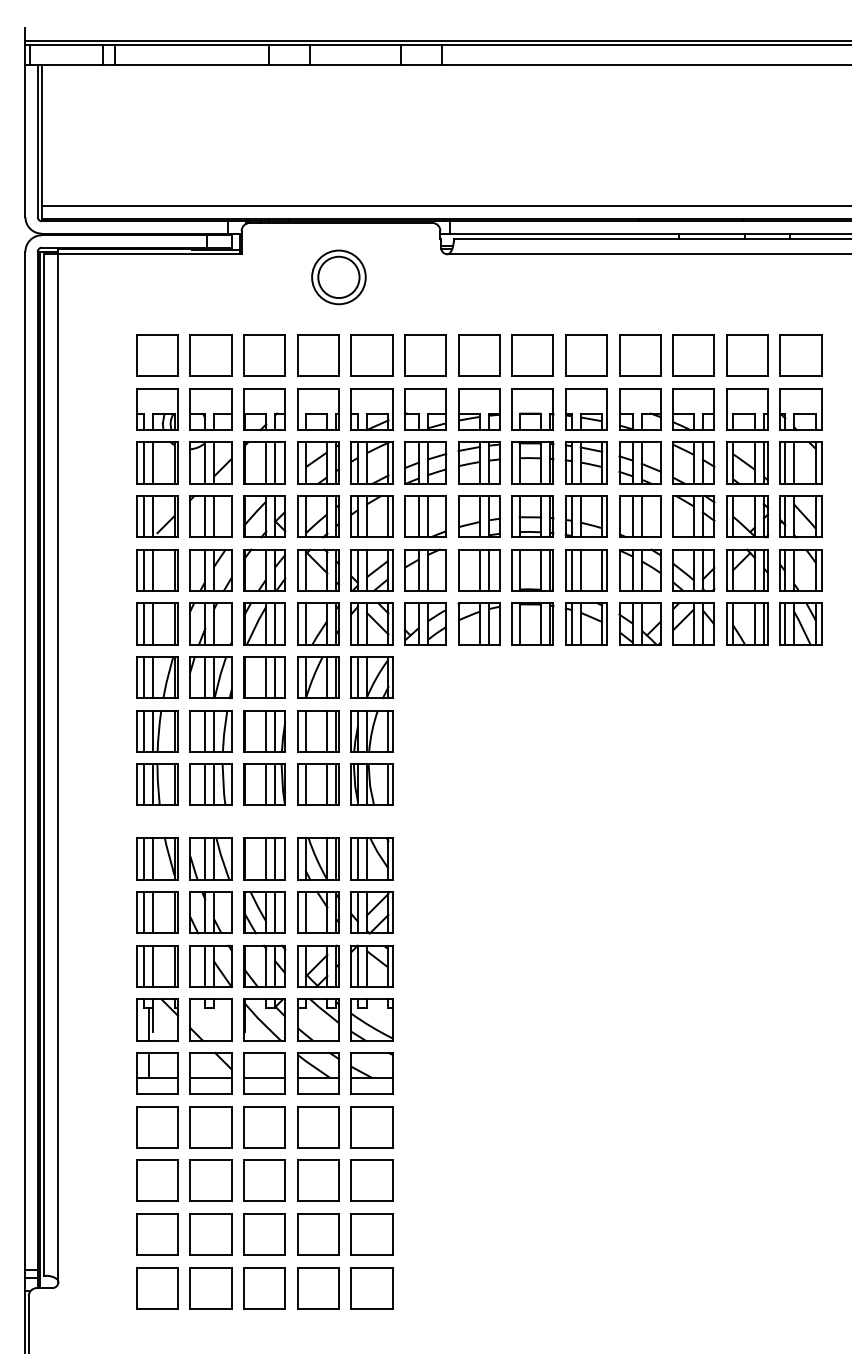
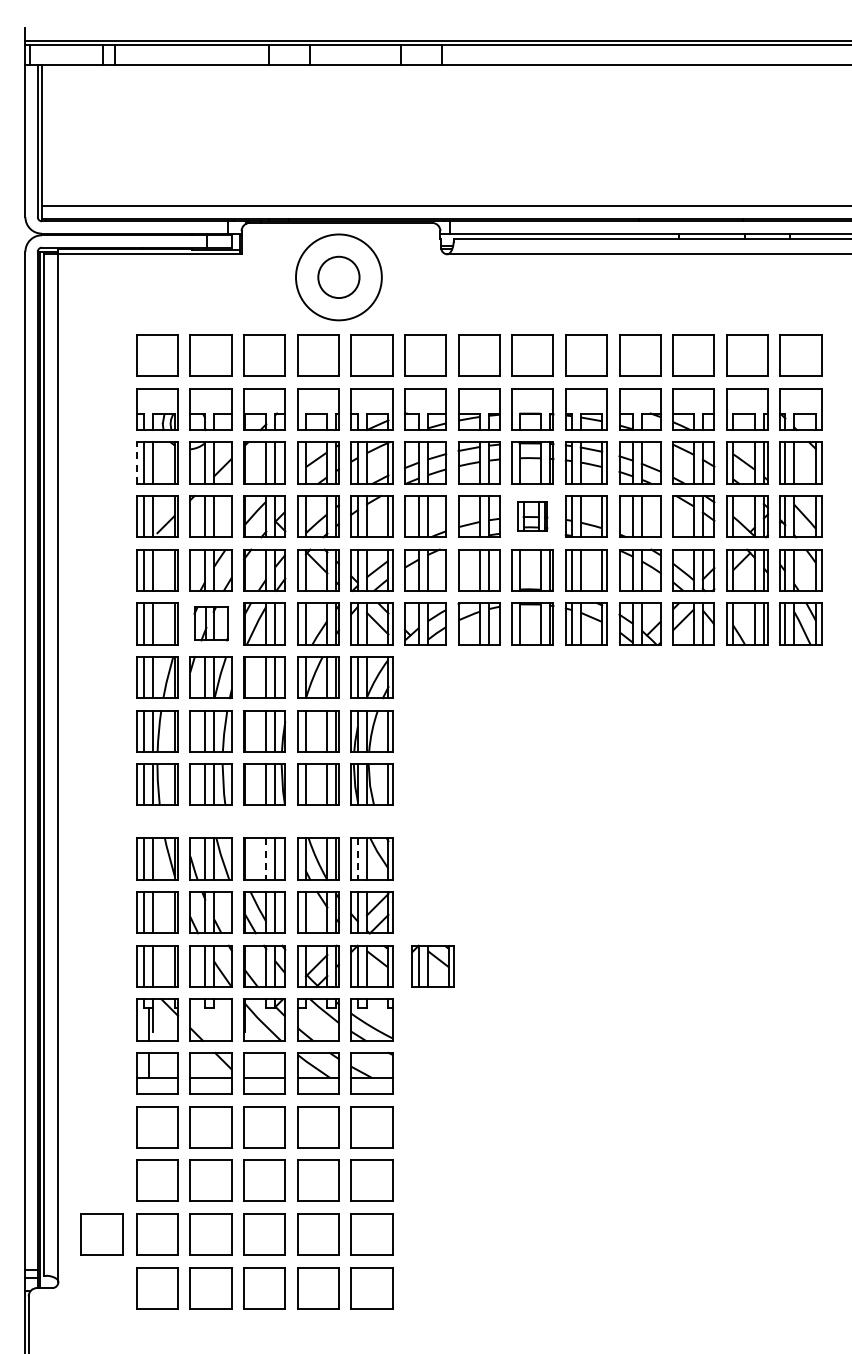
circle at (338, 277) diameter: 54 px -> 86 px
line at (136, 463): solid -> dashed
part at (532, 516) size: 44x43 px -> 32x31 px
part at (210, 623) size: 44x44 px -> 36x36 px
line at (266, 859): solid -> dashed
line at (357, 859): solid -> dashed
part at (432, 965): none -> present
part at (101, 1234): none -> present
